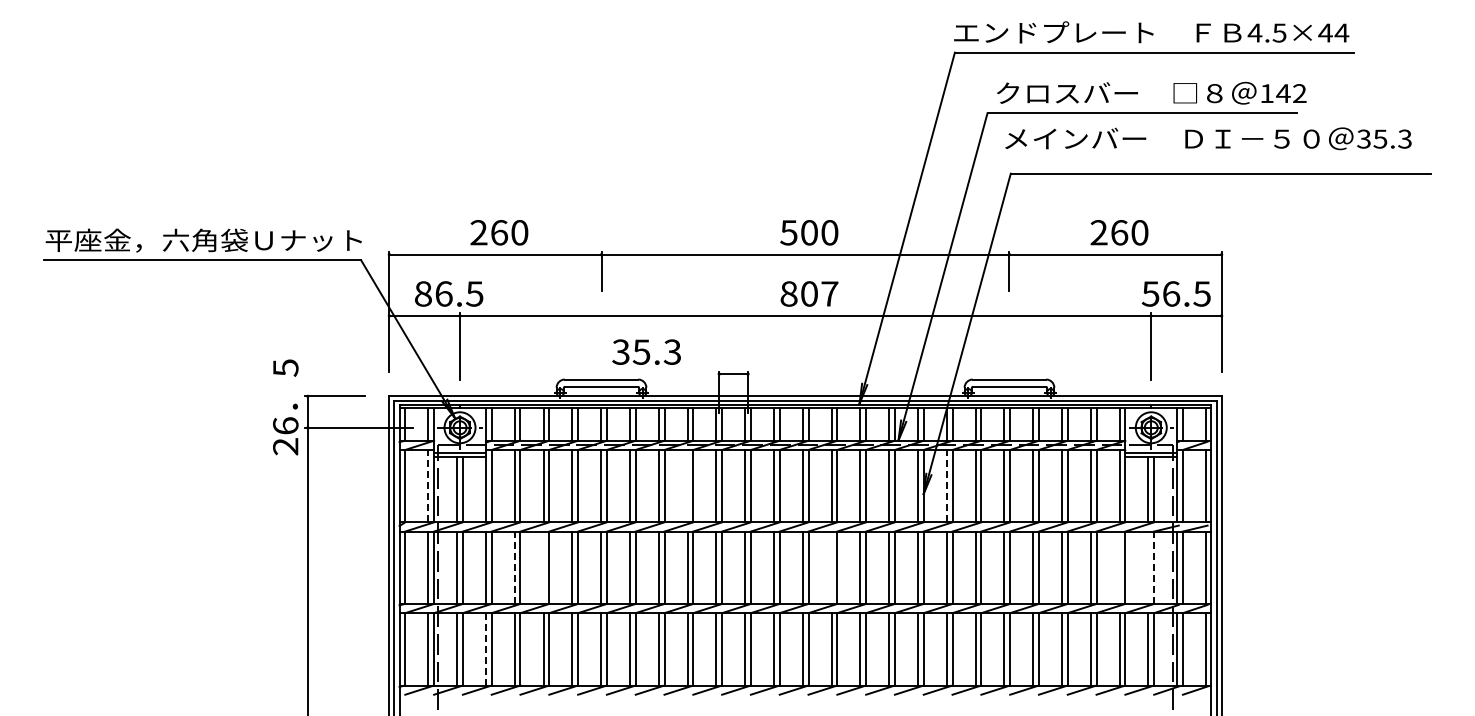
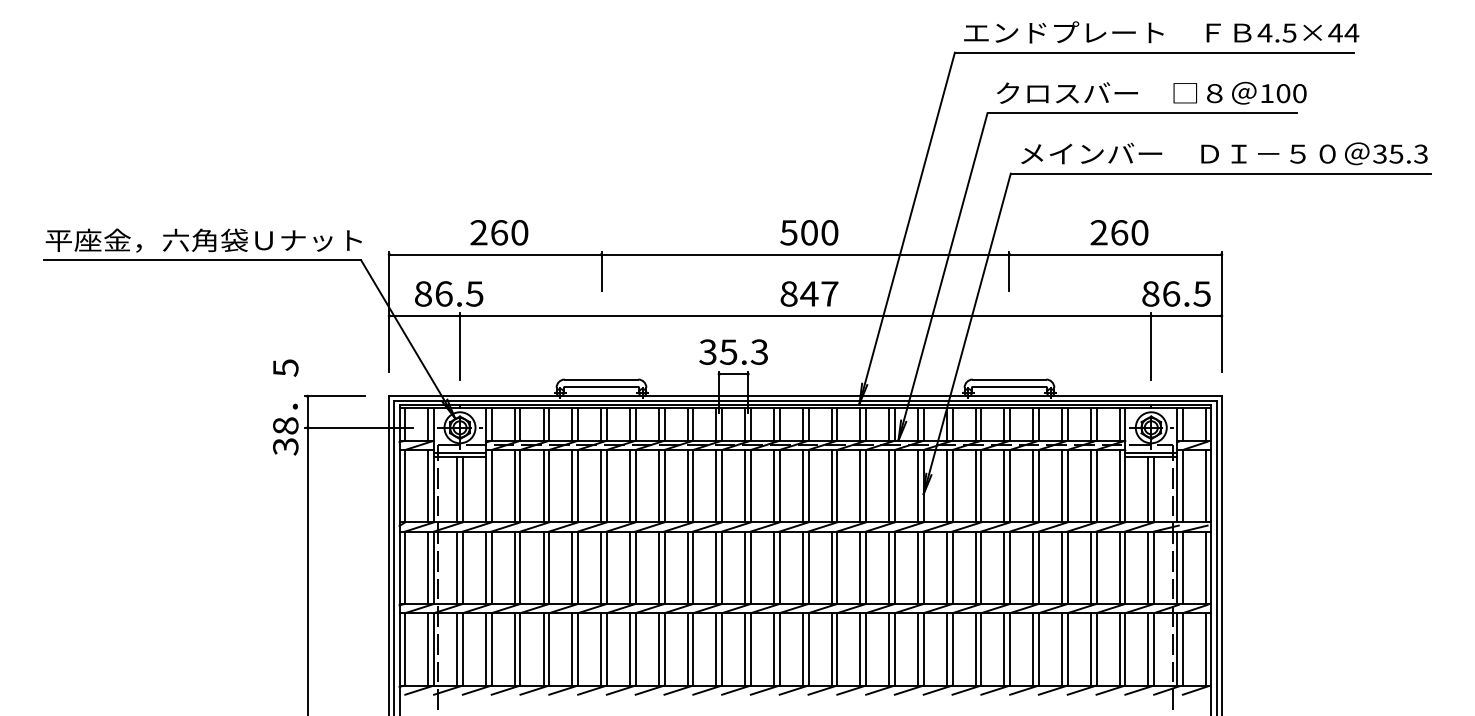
text at (1151, 32) position: (1151, 32) -> (1161, 32)
text at (1291, 93): 142 -> 100
text at (1208, 138) position: (1208, 138) -> (1224, 153)
text at (809, 293): 807 -> 847
text at (1150, 293): 56.5 -> 86.5
text at (646, 351) position: (646, 351) -> (733, 351)
text at (285, 436): 26 -> 38
line at (428, 485): dashed -> solid
line at (687, 485): none -> present
line at (946, 485): dashed -> solid
line at (514, 567): dashed -> solid
line at (543, 567): none -> present
line at (831, 567): none -> present
line at (1119, 567): none -> present
line at (1148, 567): none -> present
line at (1154, 567): dashed -> solid
line at (485, 648): dashed -> solid
